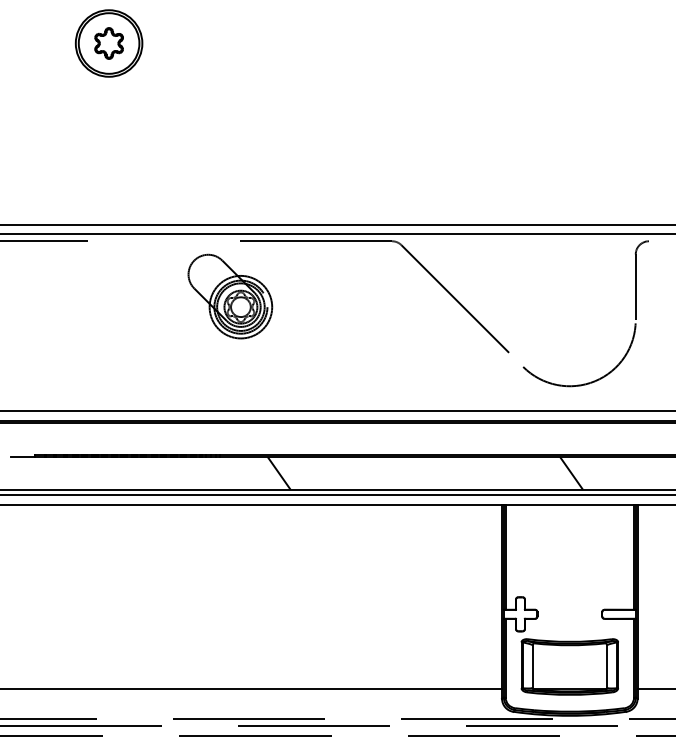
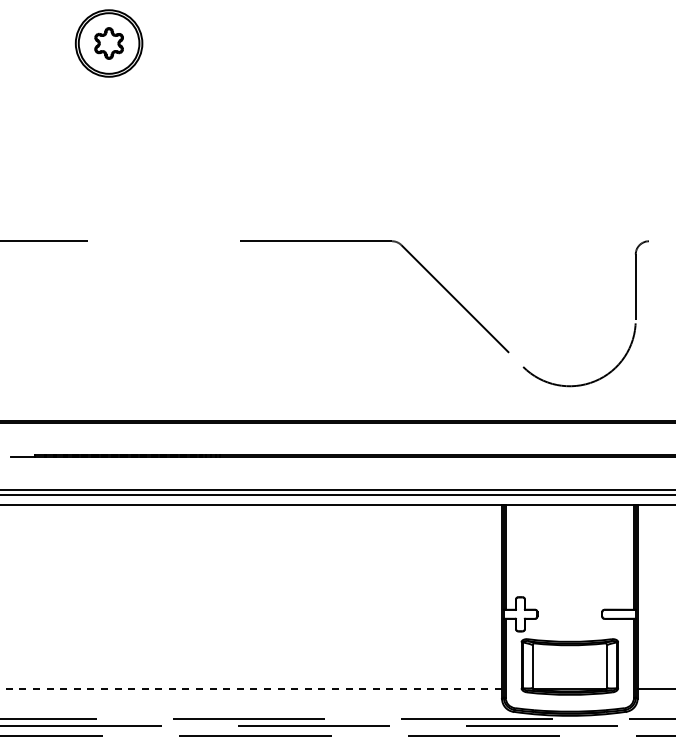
line at (337, 224): present -> none
line at (337, 234): present -> none
part at (230, 296): present -> none
line at (337, 411): present -> none
hatch at (425, 472): present -> none
line at (251, 689): solid -> dashed
